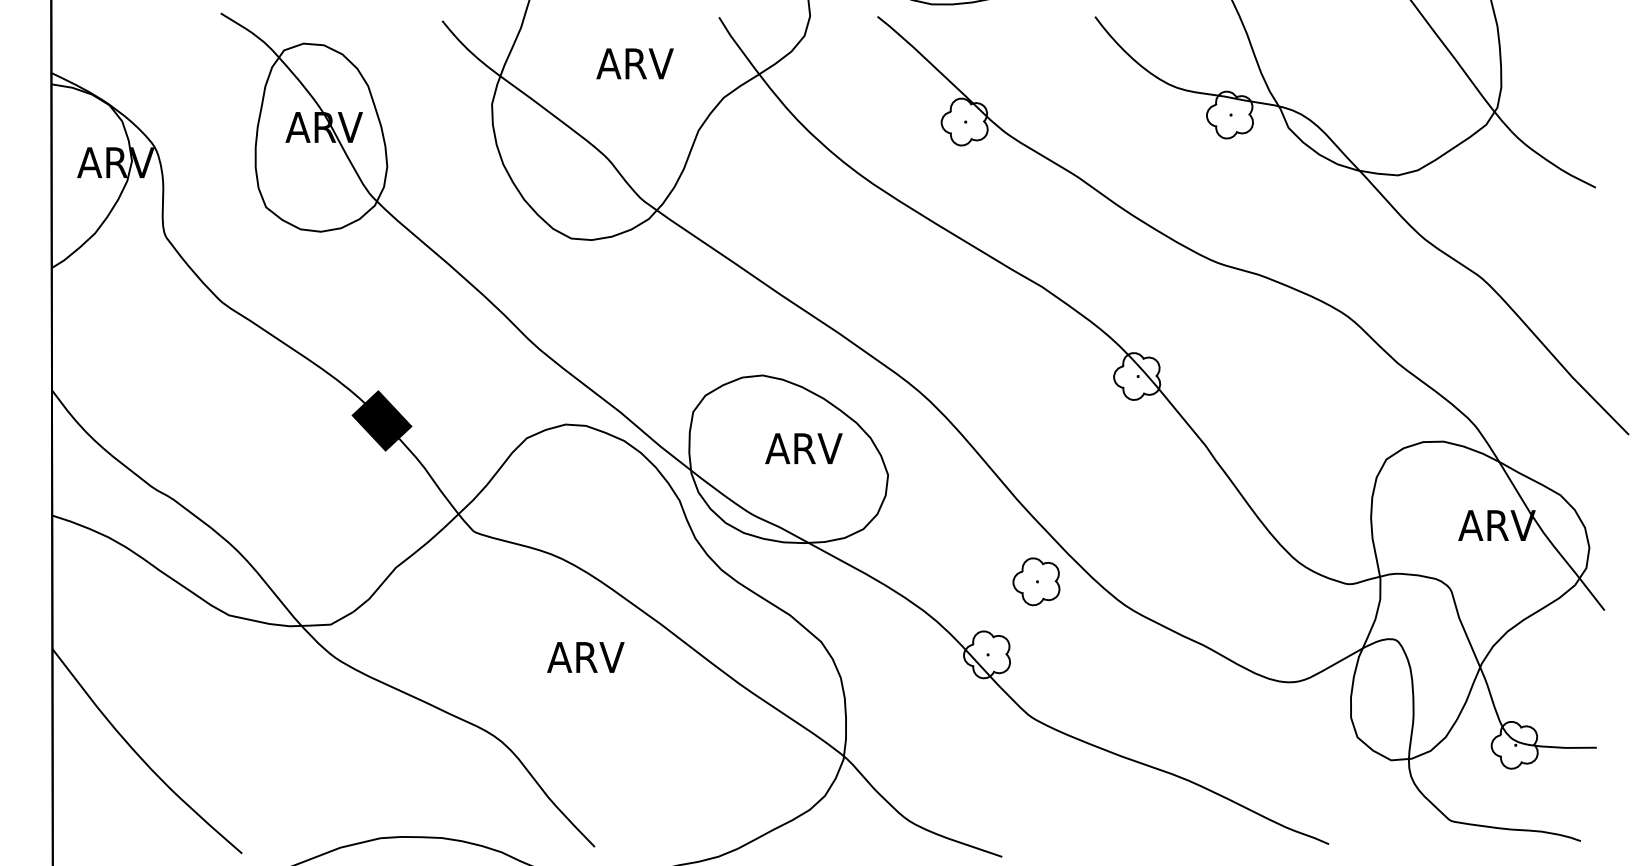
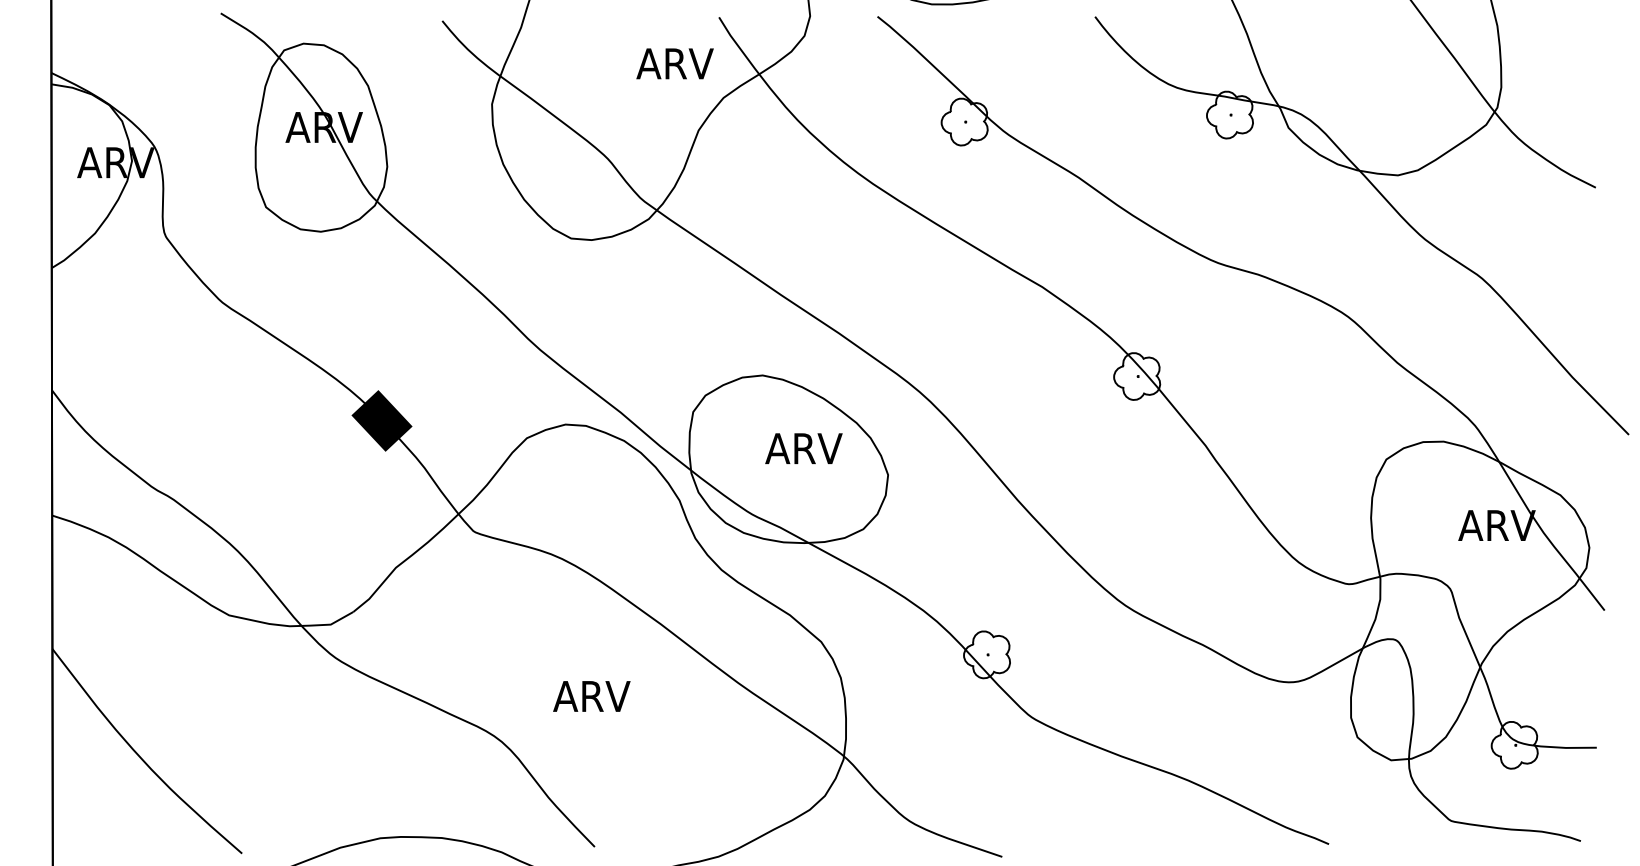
text at (634, 63) position: (634, 63) -> (674, 63)
part at (1036, 581): present -> none
text at (585, 657) position: (585, 657) -> (591, 696)
